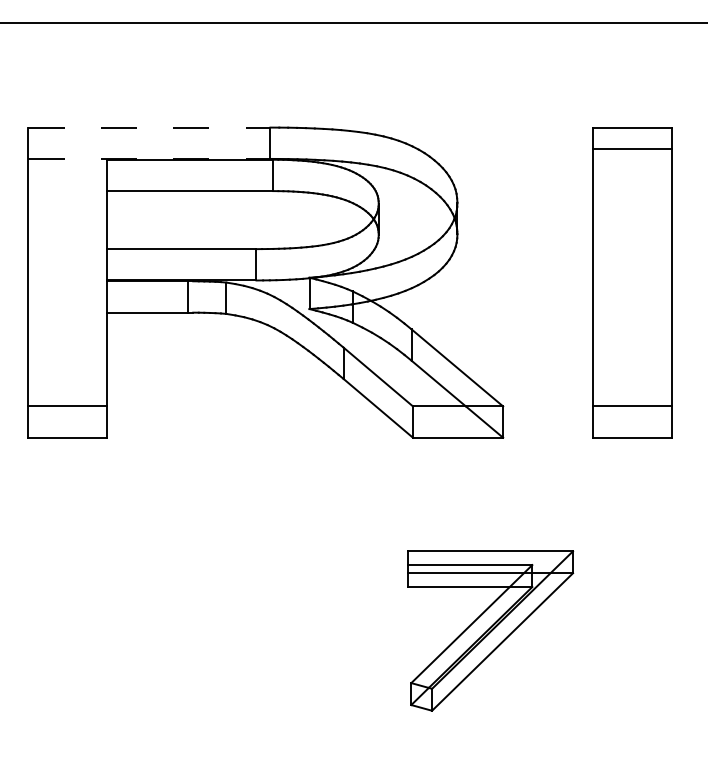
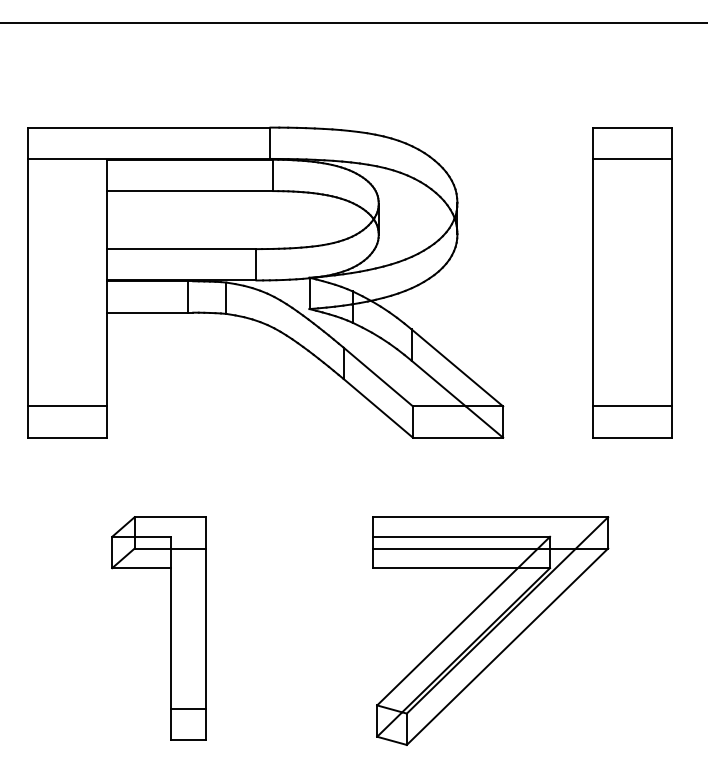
line at (149, 127): dashed -> solid
line at (632, 148) position: (632, 148) -> (632, 158)
line at (149, 158): dashed -> solid
part at (170, 628): none -> present
part at (490, 630) size: 168x162 px -> 238x230 px
